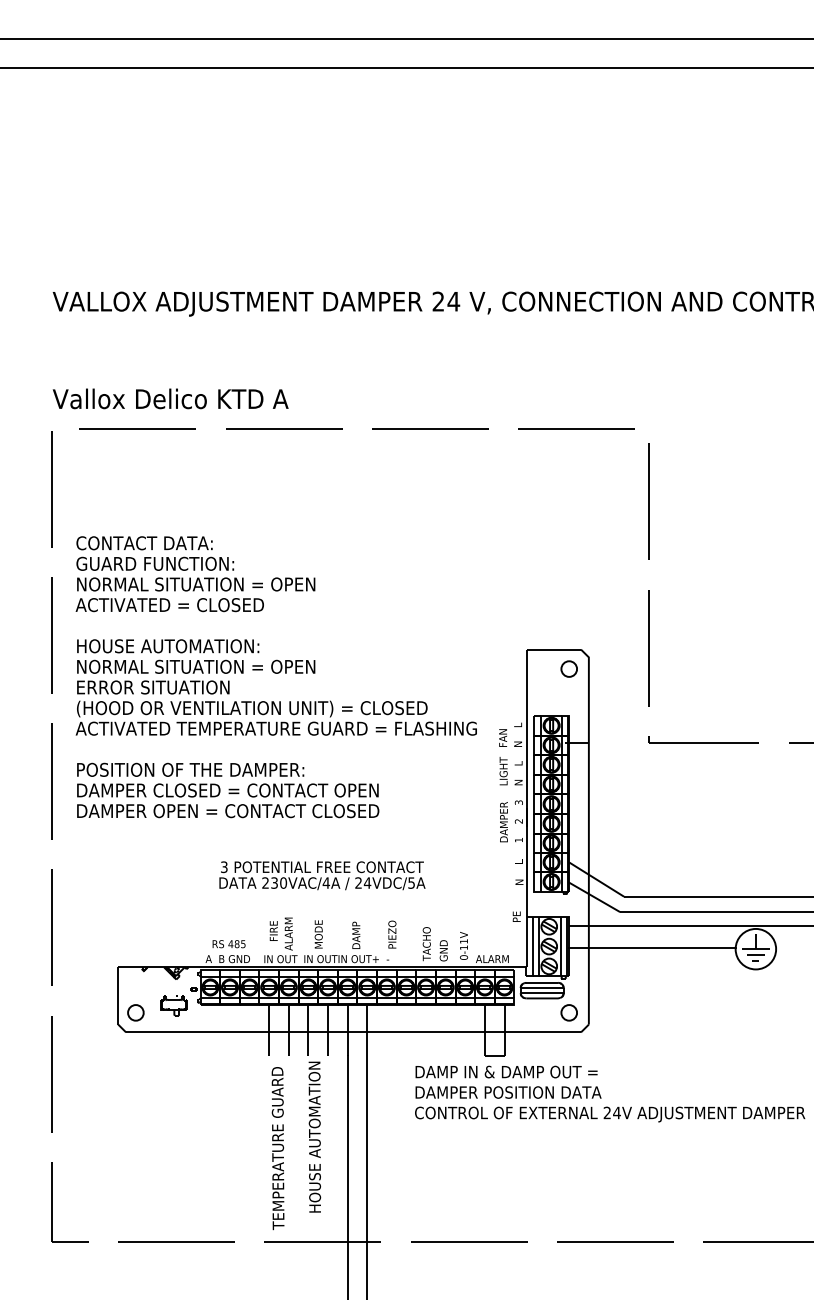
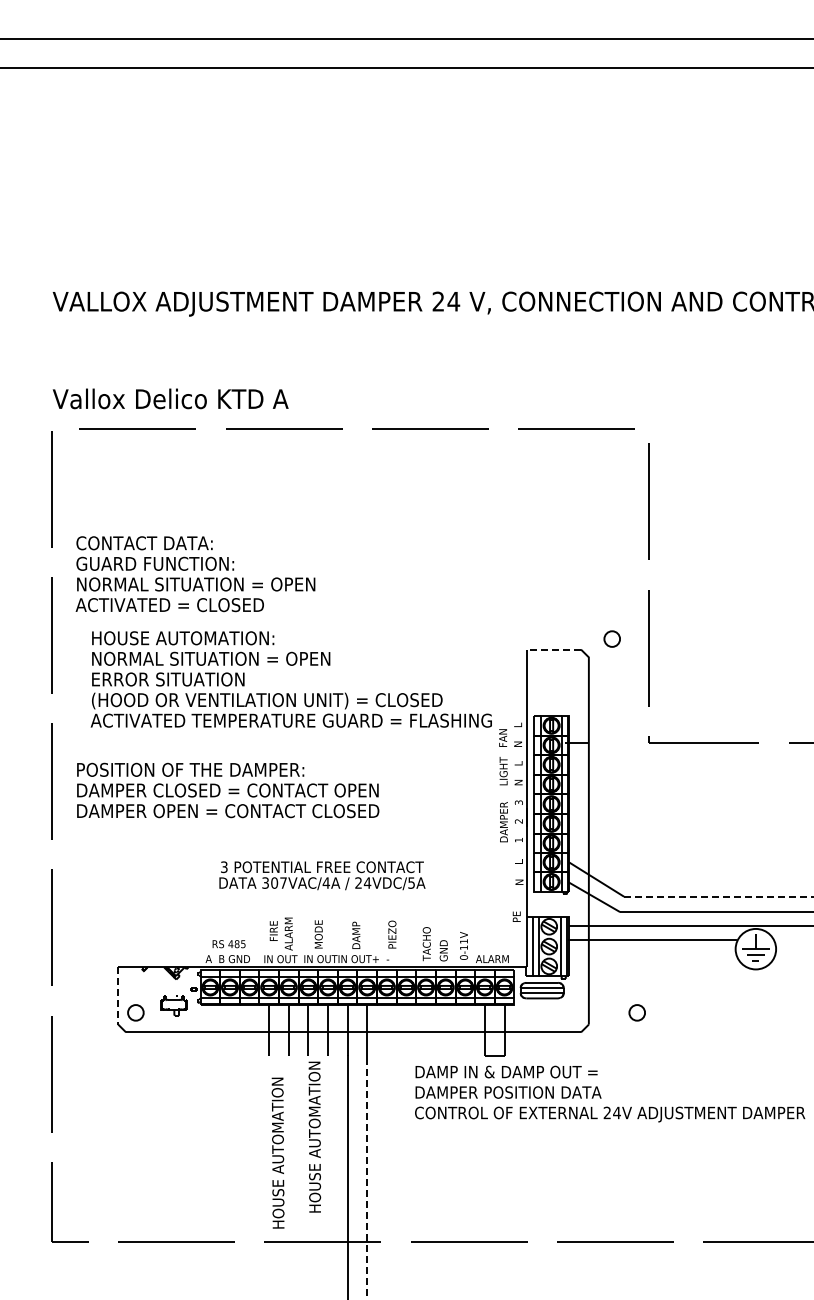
line at (554, 649): solid -> dashed
circle at (568, 668) position: (568, 668) -> (611, 638)
text at (275, 687) position: (275, 687) -> (290, 679)
text at (274, 882): 230VAC/4A -> 307VAC/4A
line at (718, 896): solid -> dashed
line at (652, 948) position: (652, 948) -> (652, 940)
line at (118, 996): solid -> dashed
circle at (568, 1012) position: (568, 1012) -> (636, 1012)
text at (277, 1148): TEMPERATURE GUARD -> HOUSE AUTOMATION
line at (367, 1178): solid -> dashed
